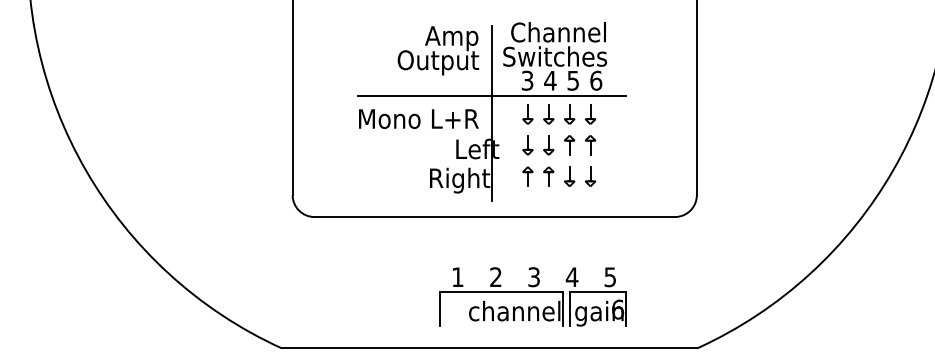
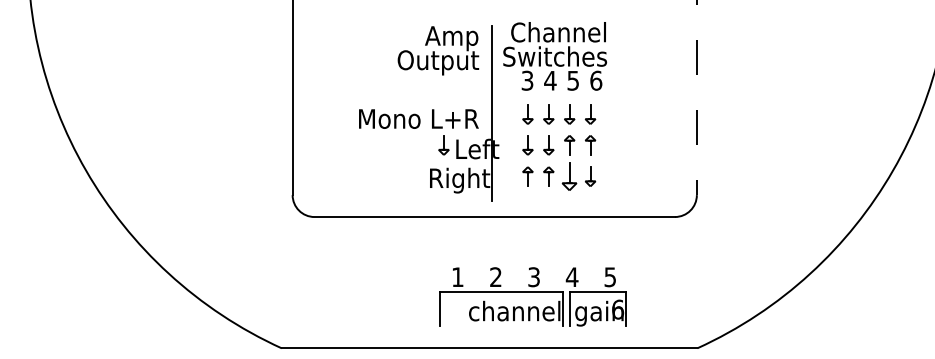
line at (492, 96): present -> none
line at (696, 98): solid -> dashed
part at (443, 145): none -> present
part at (569, 176) size: 12x21 px -> 17x29 px
